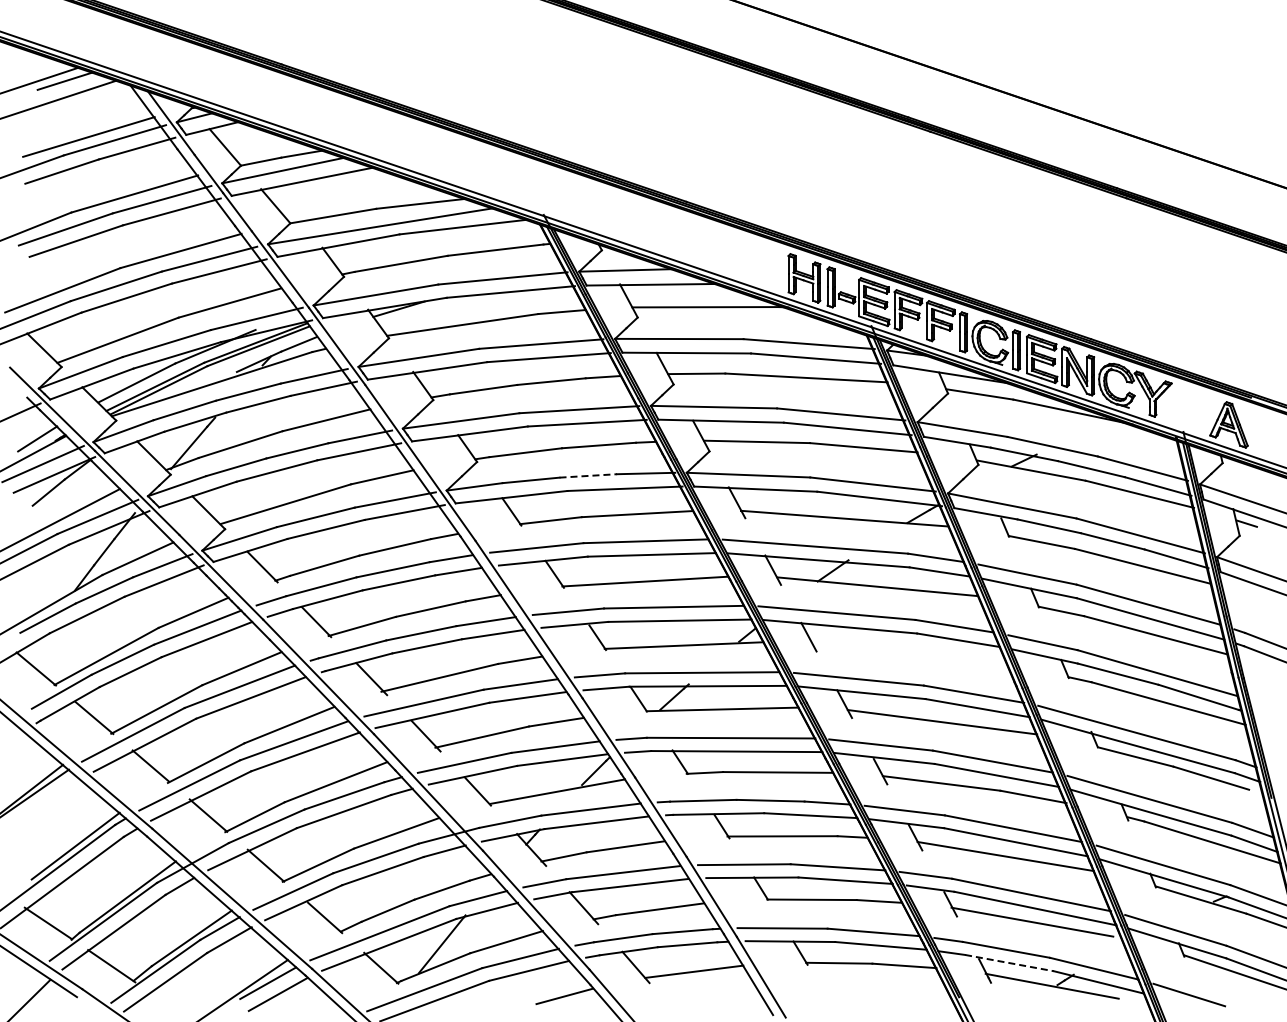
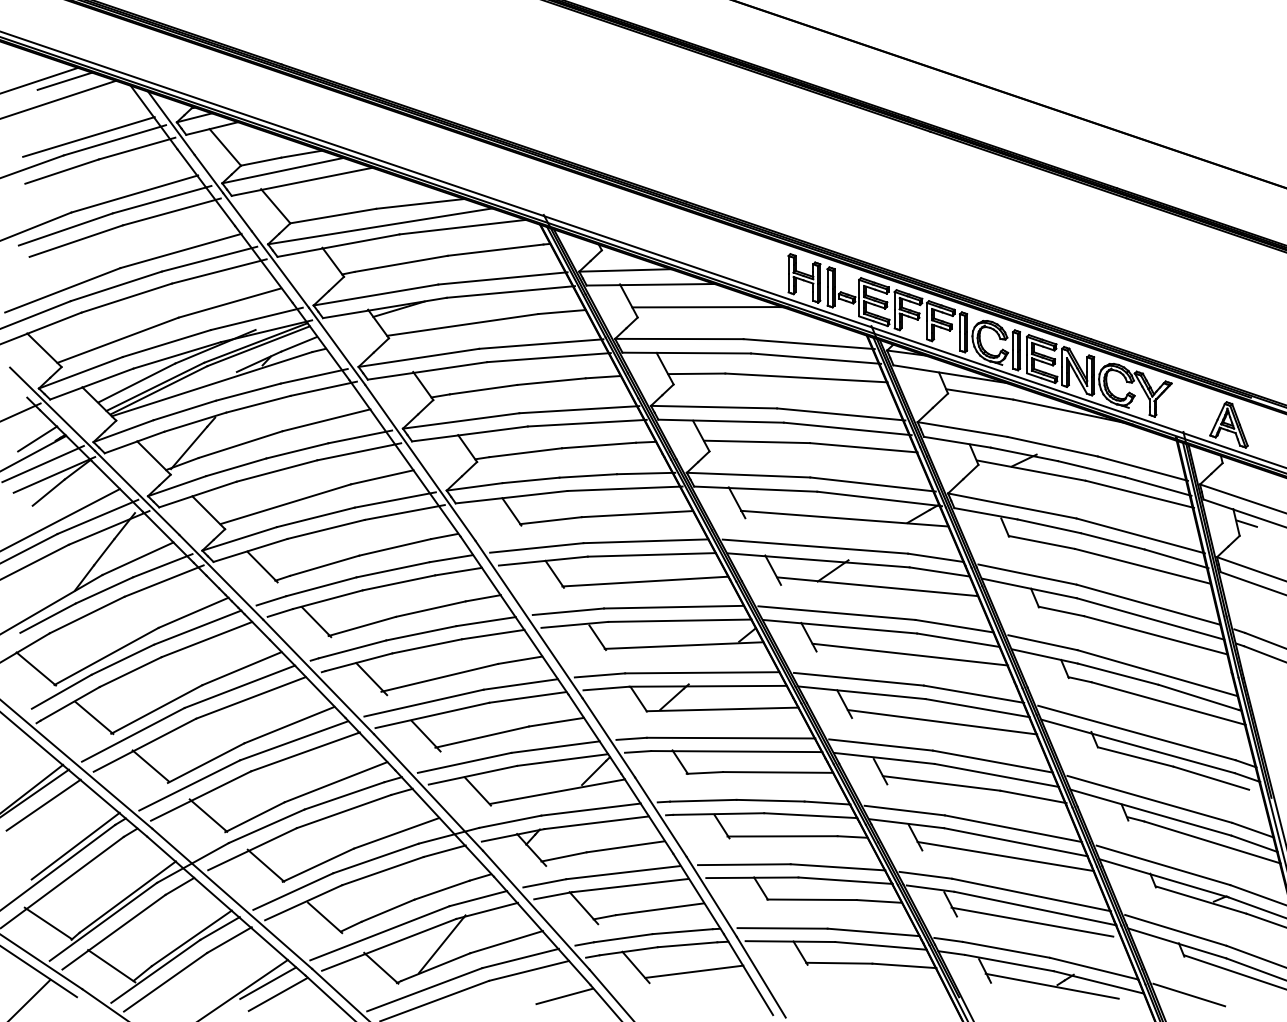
line at (588, 475): dashed -> solid
line at (910, 654): none -> present
line at (43, 804): none -> present
line at (1009, 963): dashed -> solid
